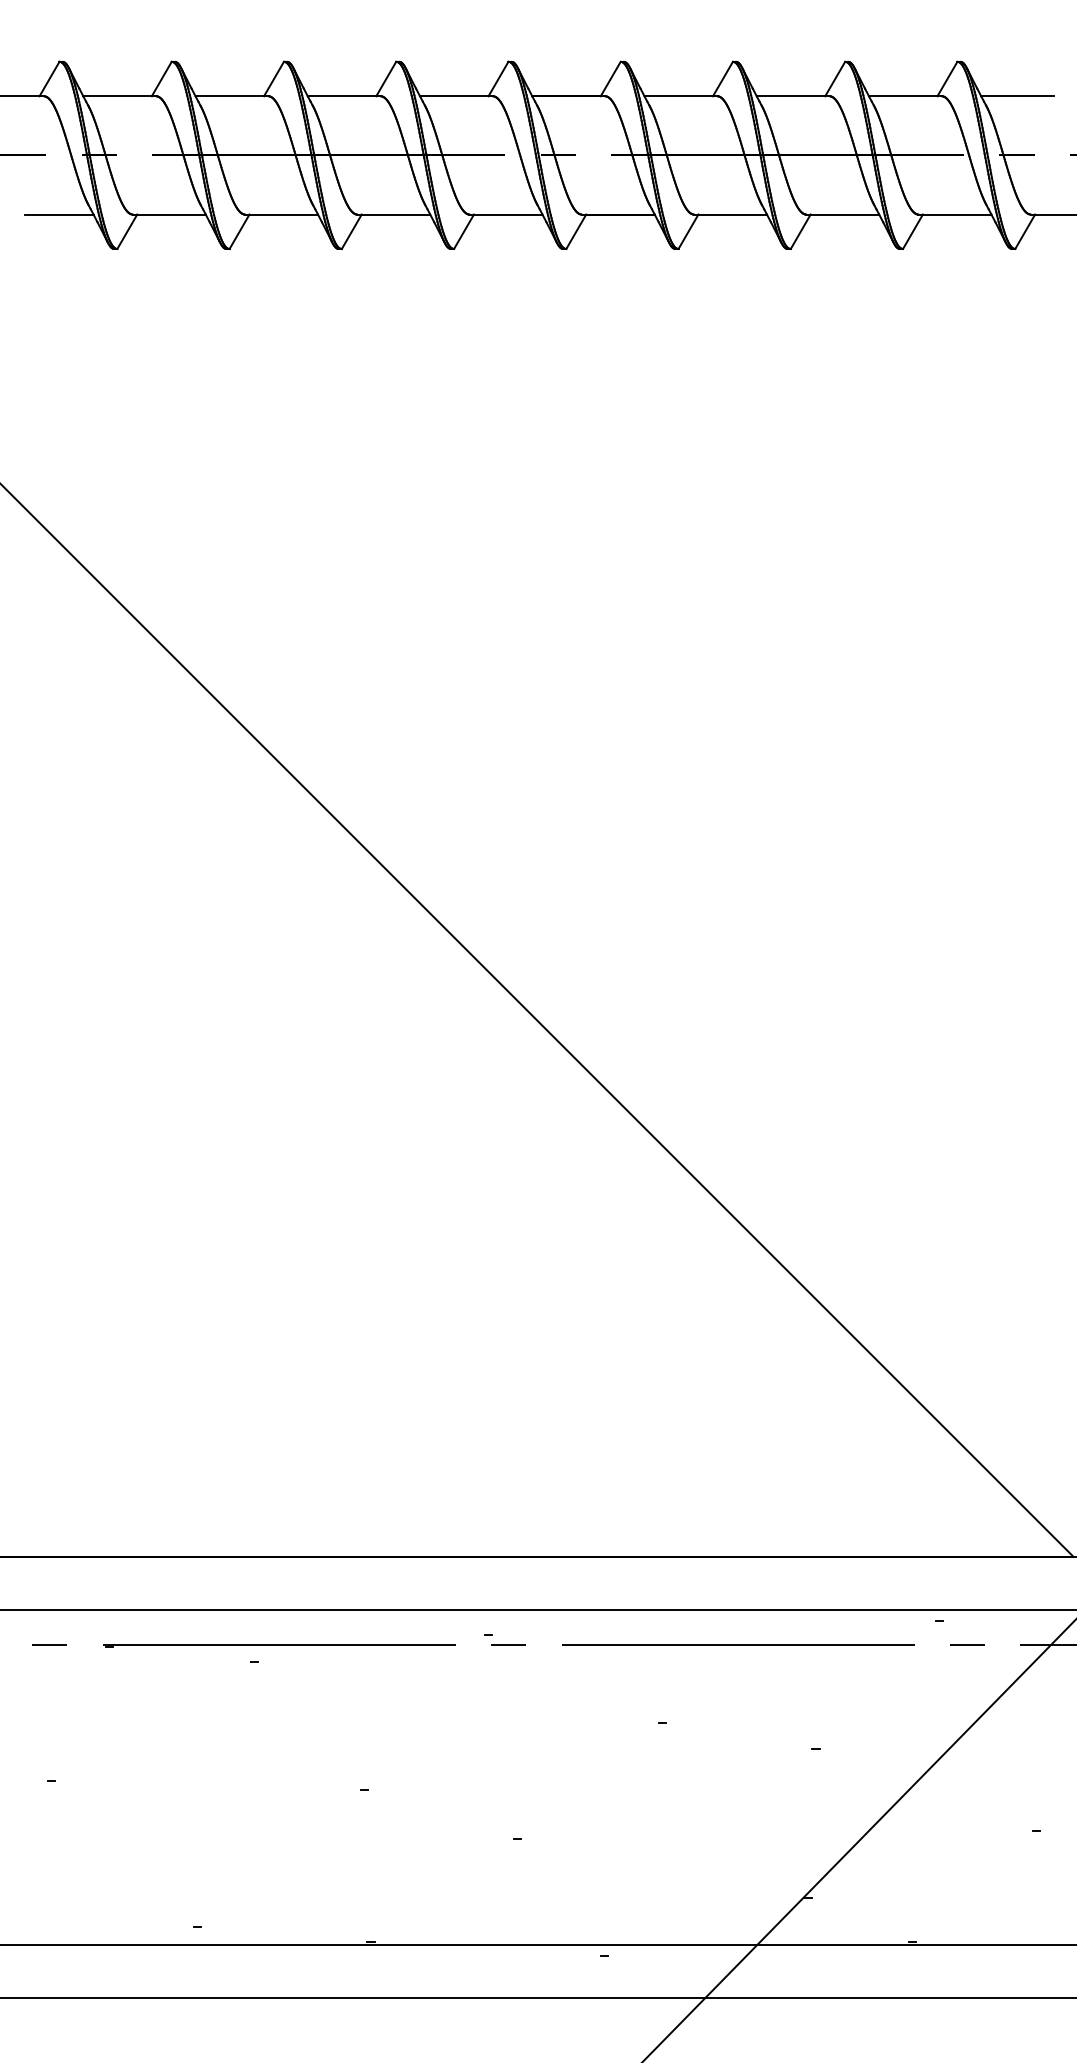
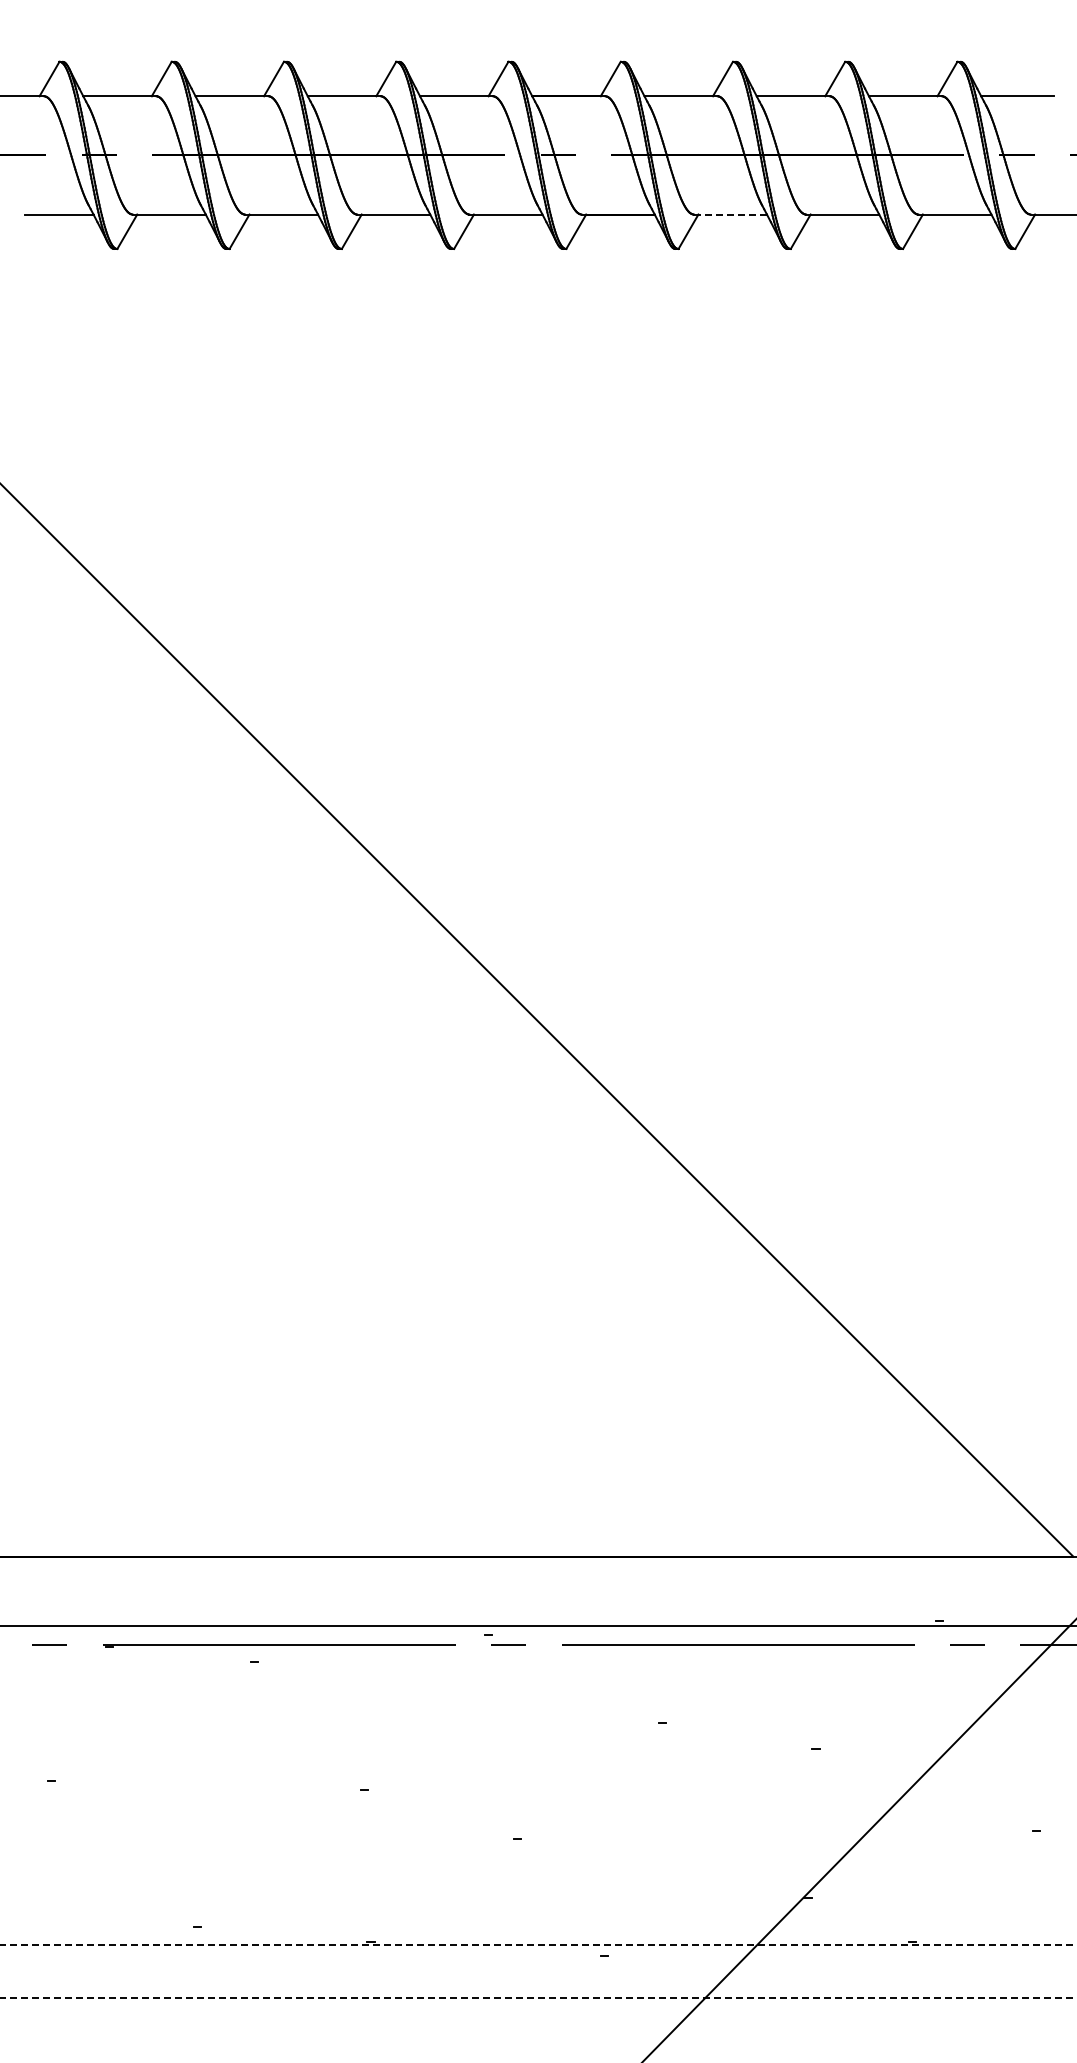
line at (732, 214): solid -> dashed
line at (537, 1609) position: (537, 1609) -> (537, 1625)
line at (538, 1944): solid -> dashed
line at (538, 1997): solid -> dashed
